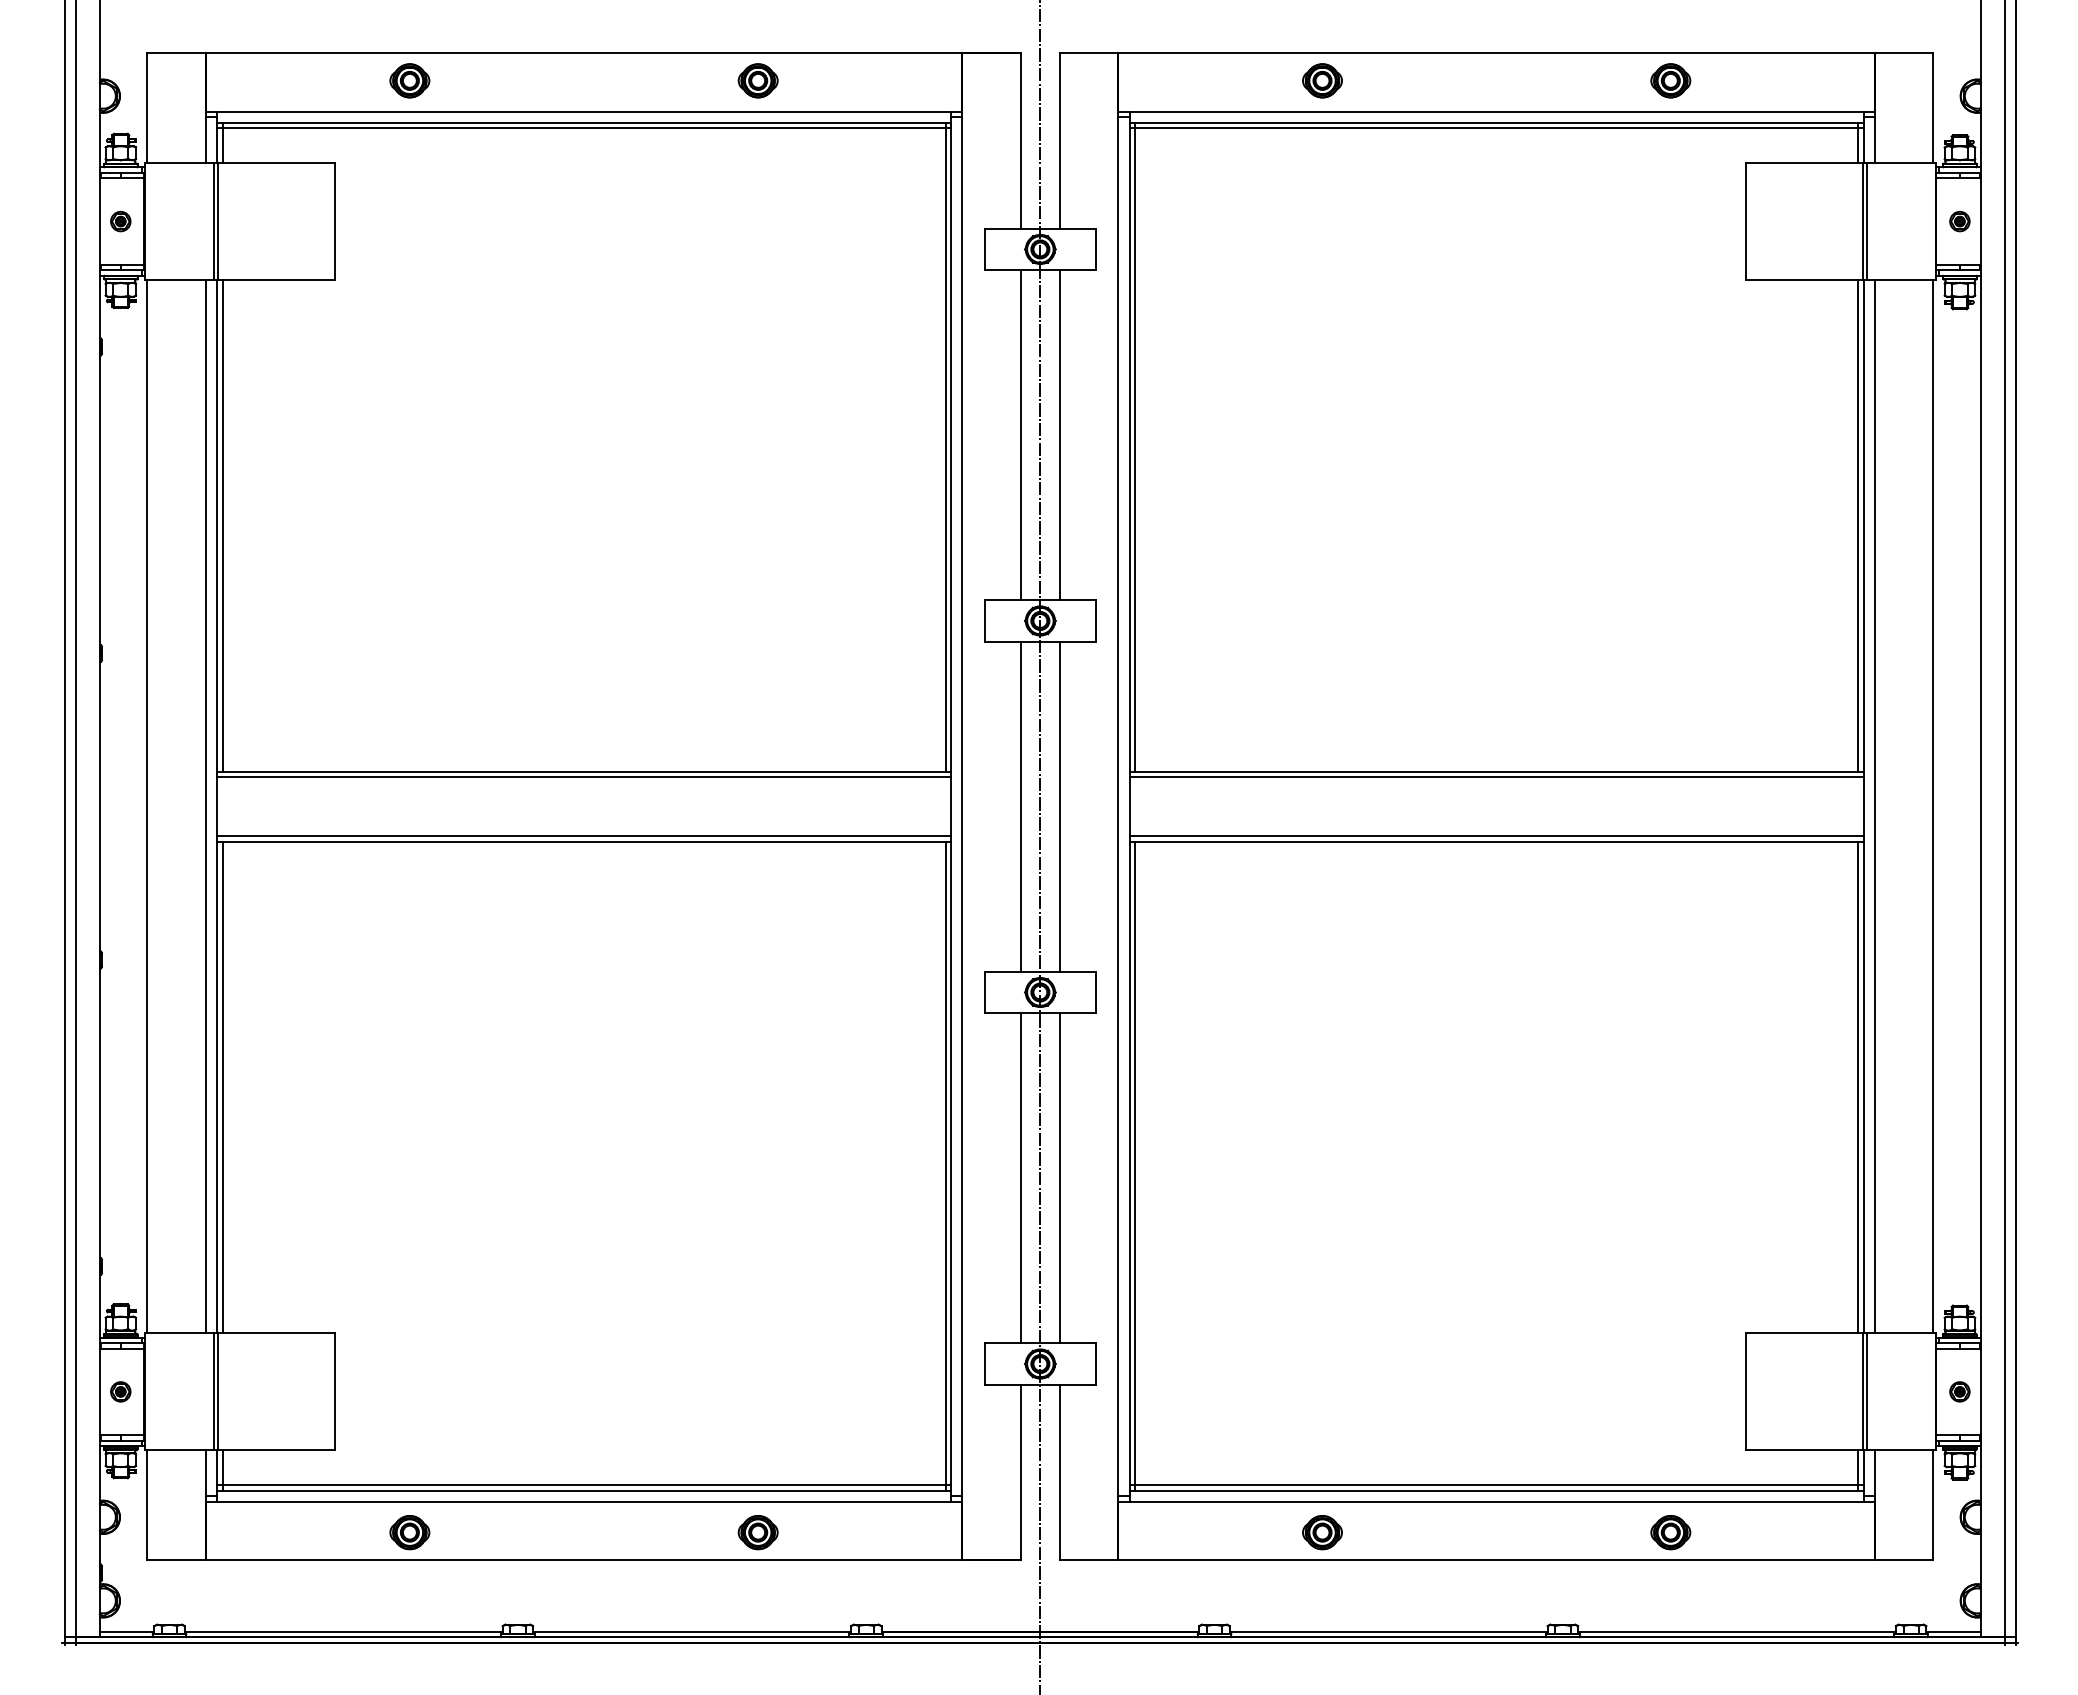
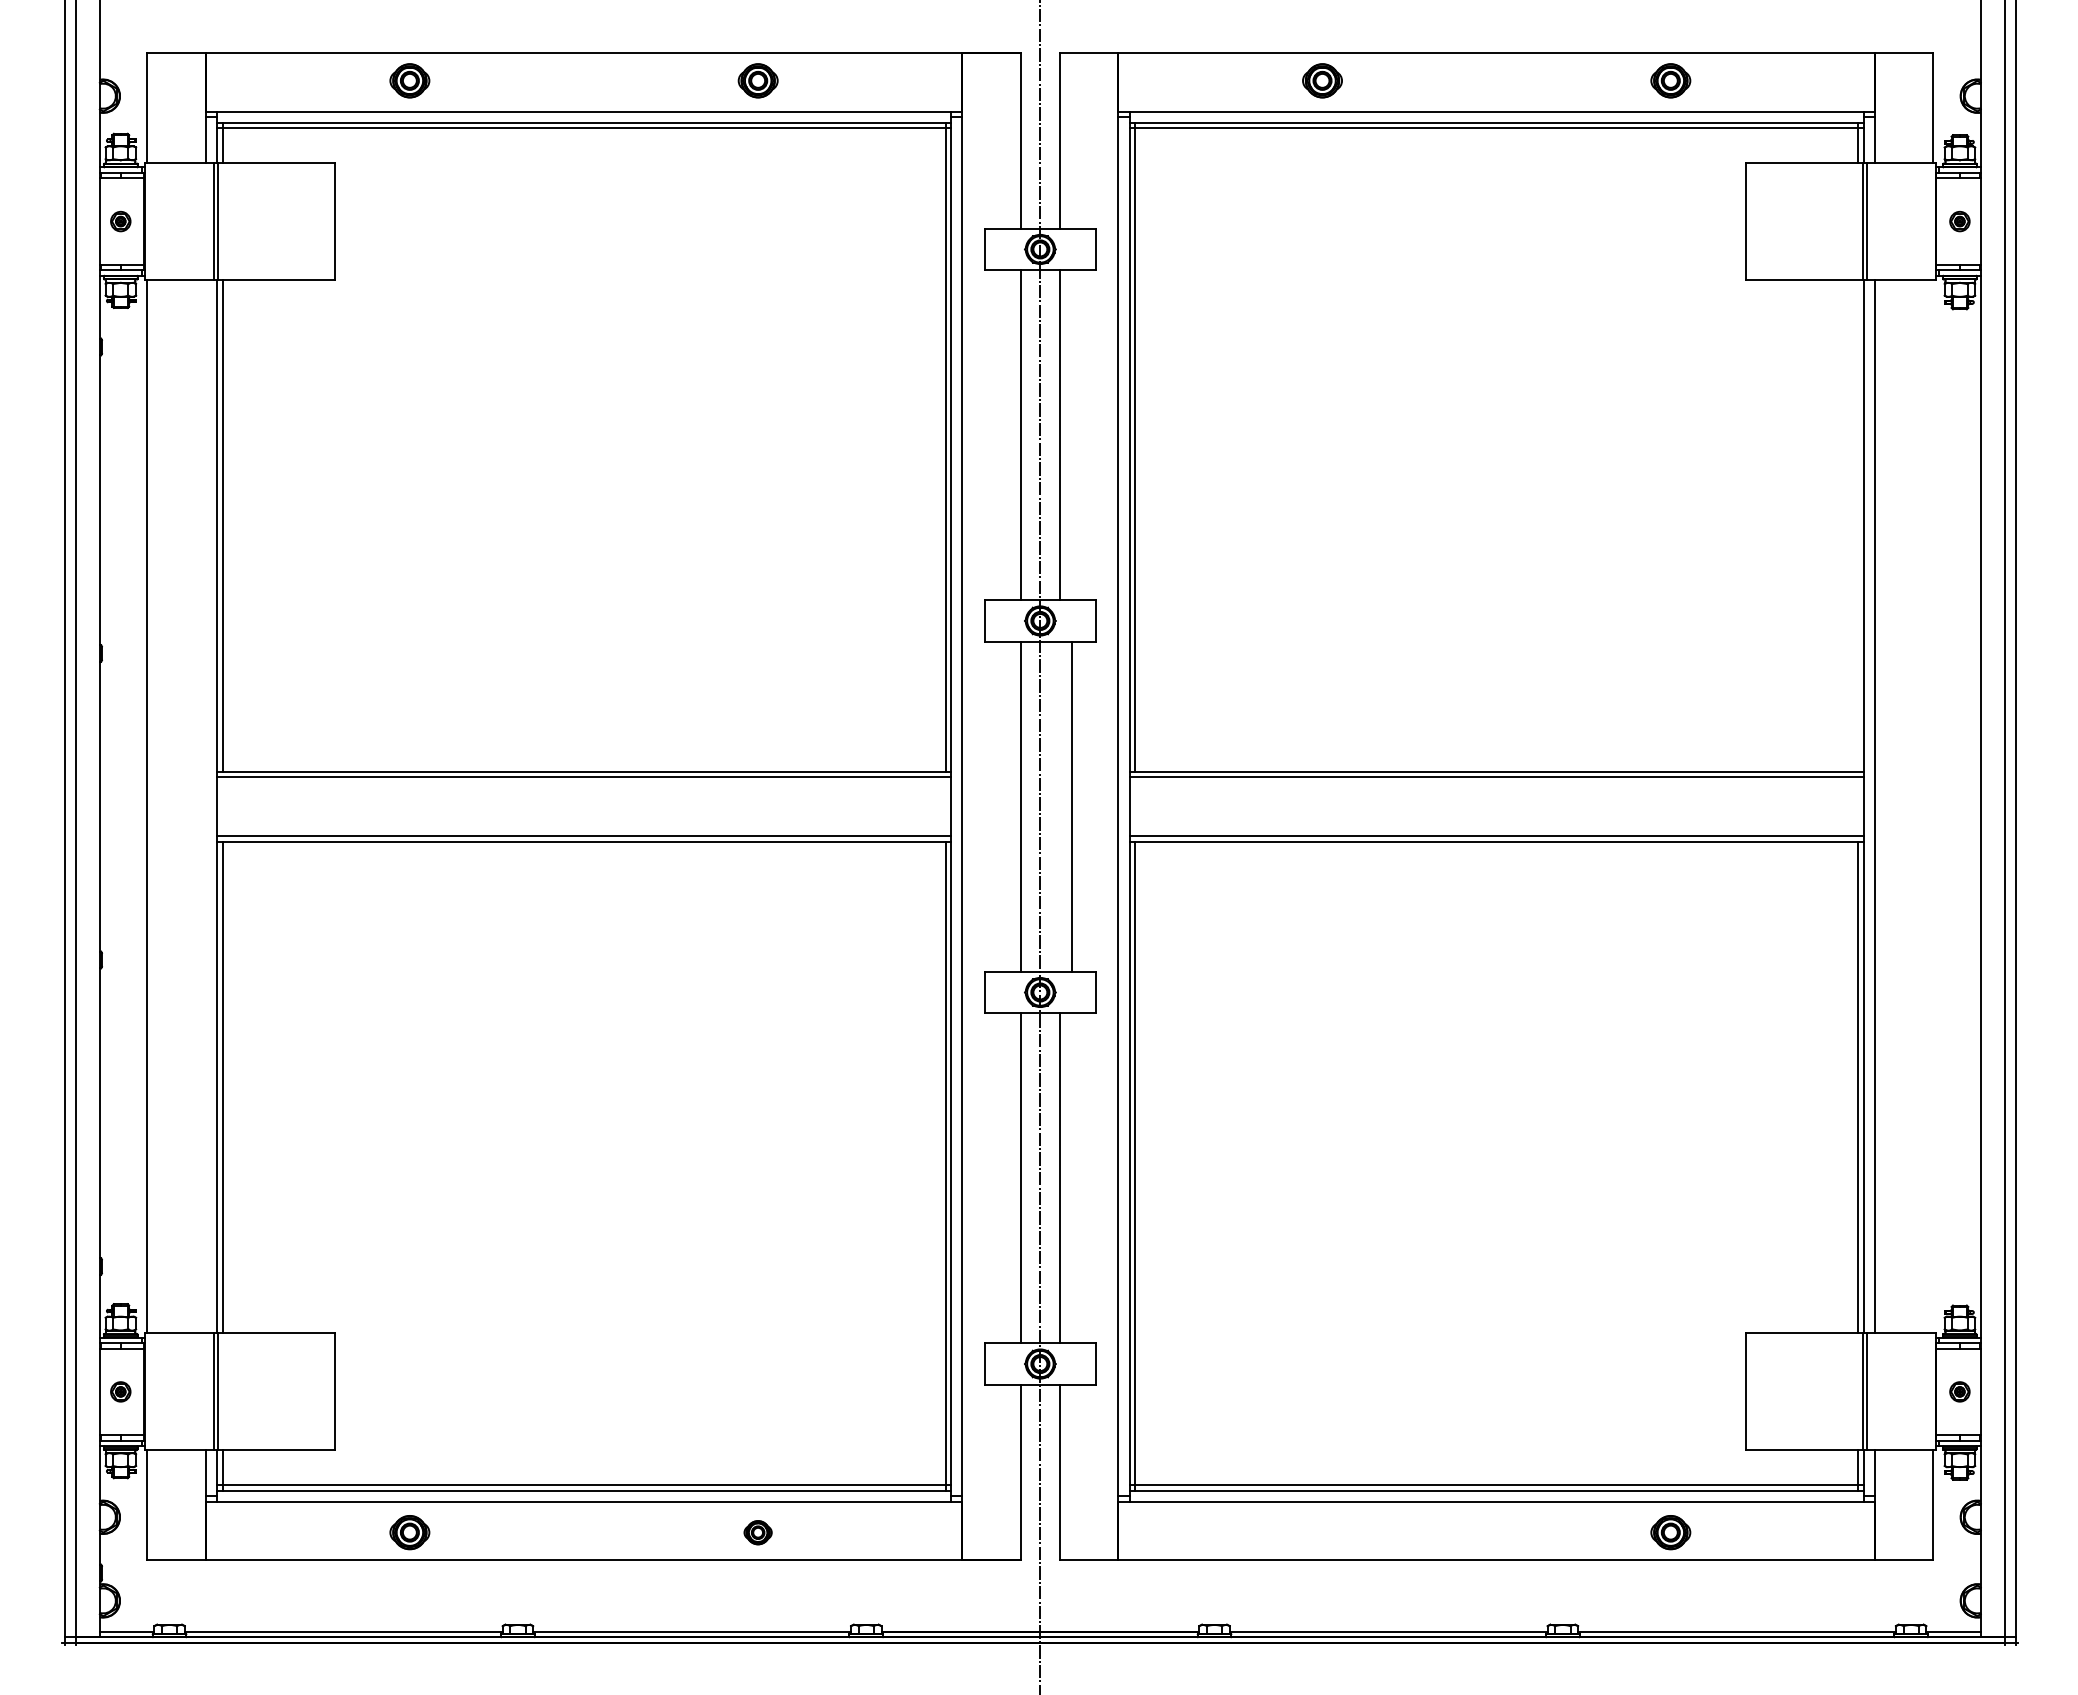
line at (1858, 525): present -> none
line at (205, 806): present -> none
line at (1059, 806) position: (1059, 806) -> (1071, 806)
line at (1933, 806): present -> none
part at (757, 1532) size: 42x36 px -> 30x26 px
part at (1322, 1532): present -> none
